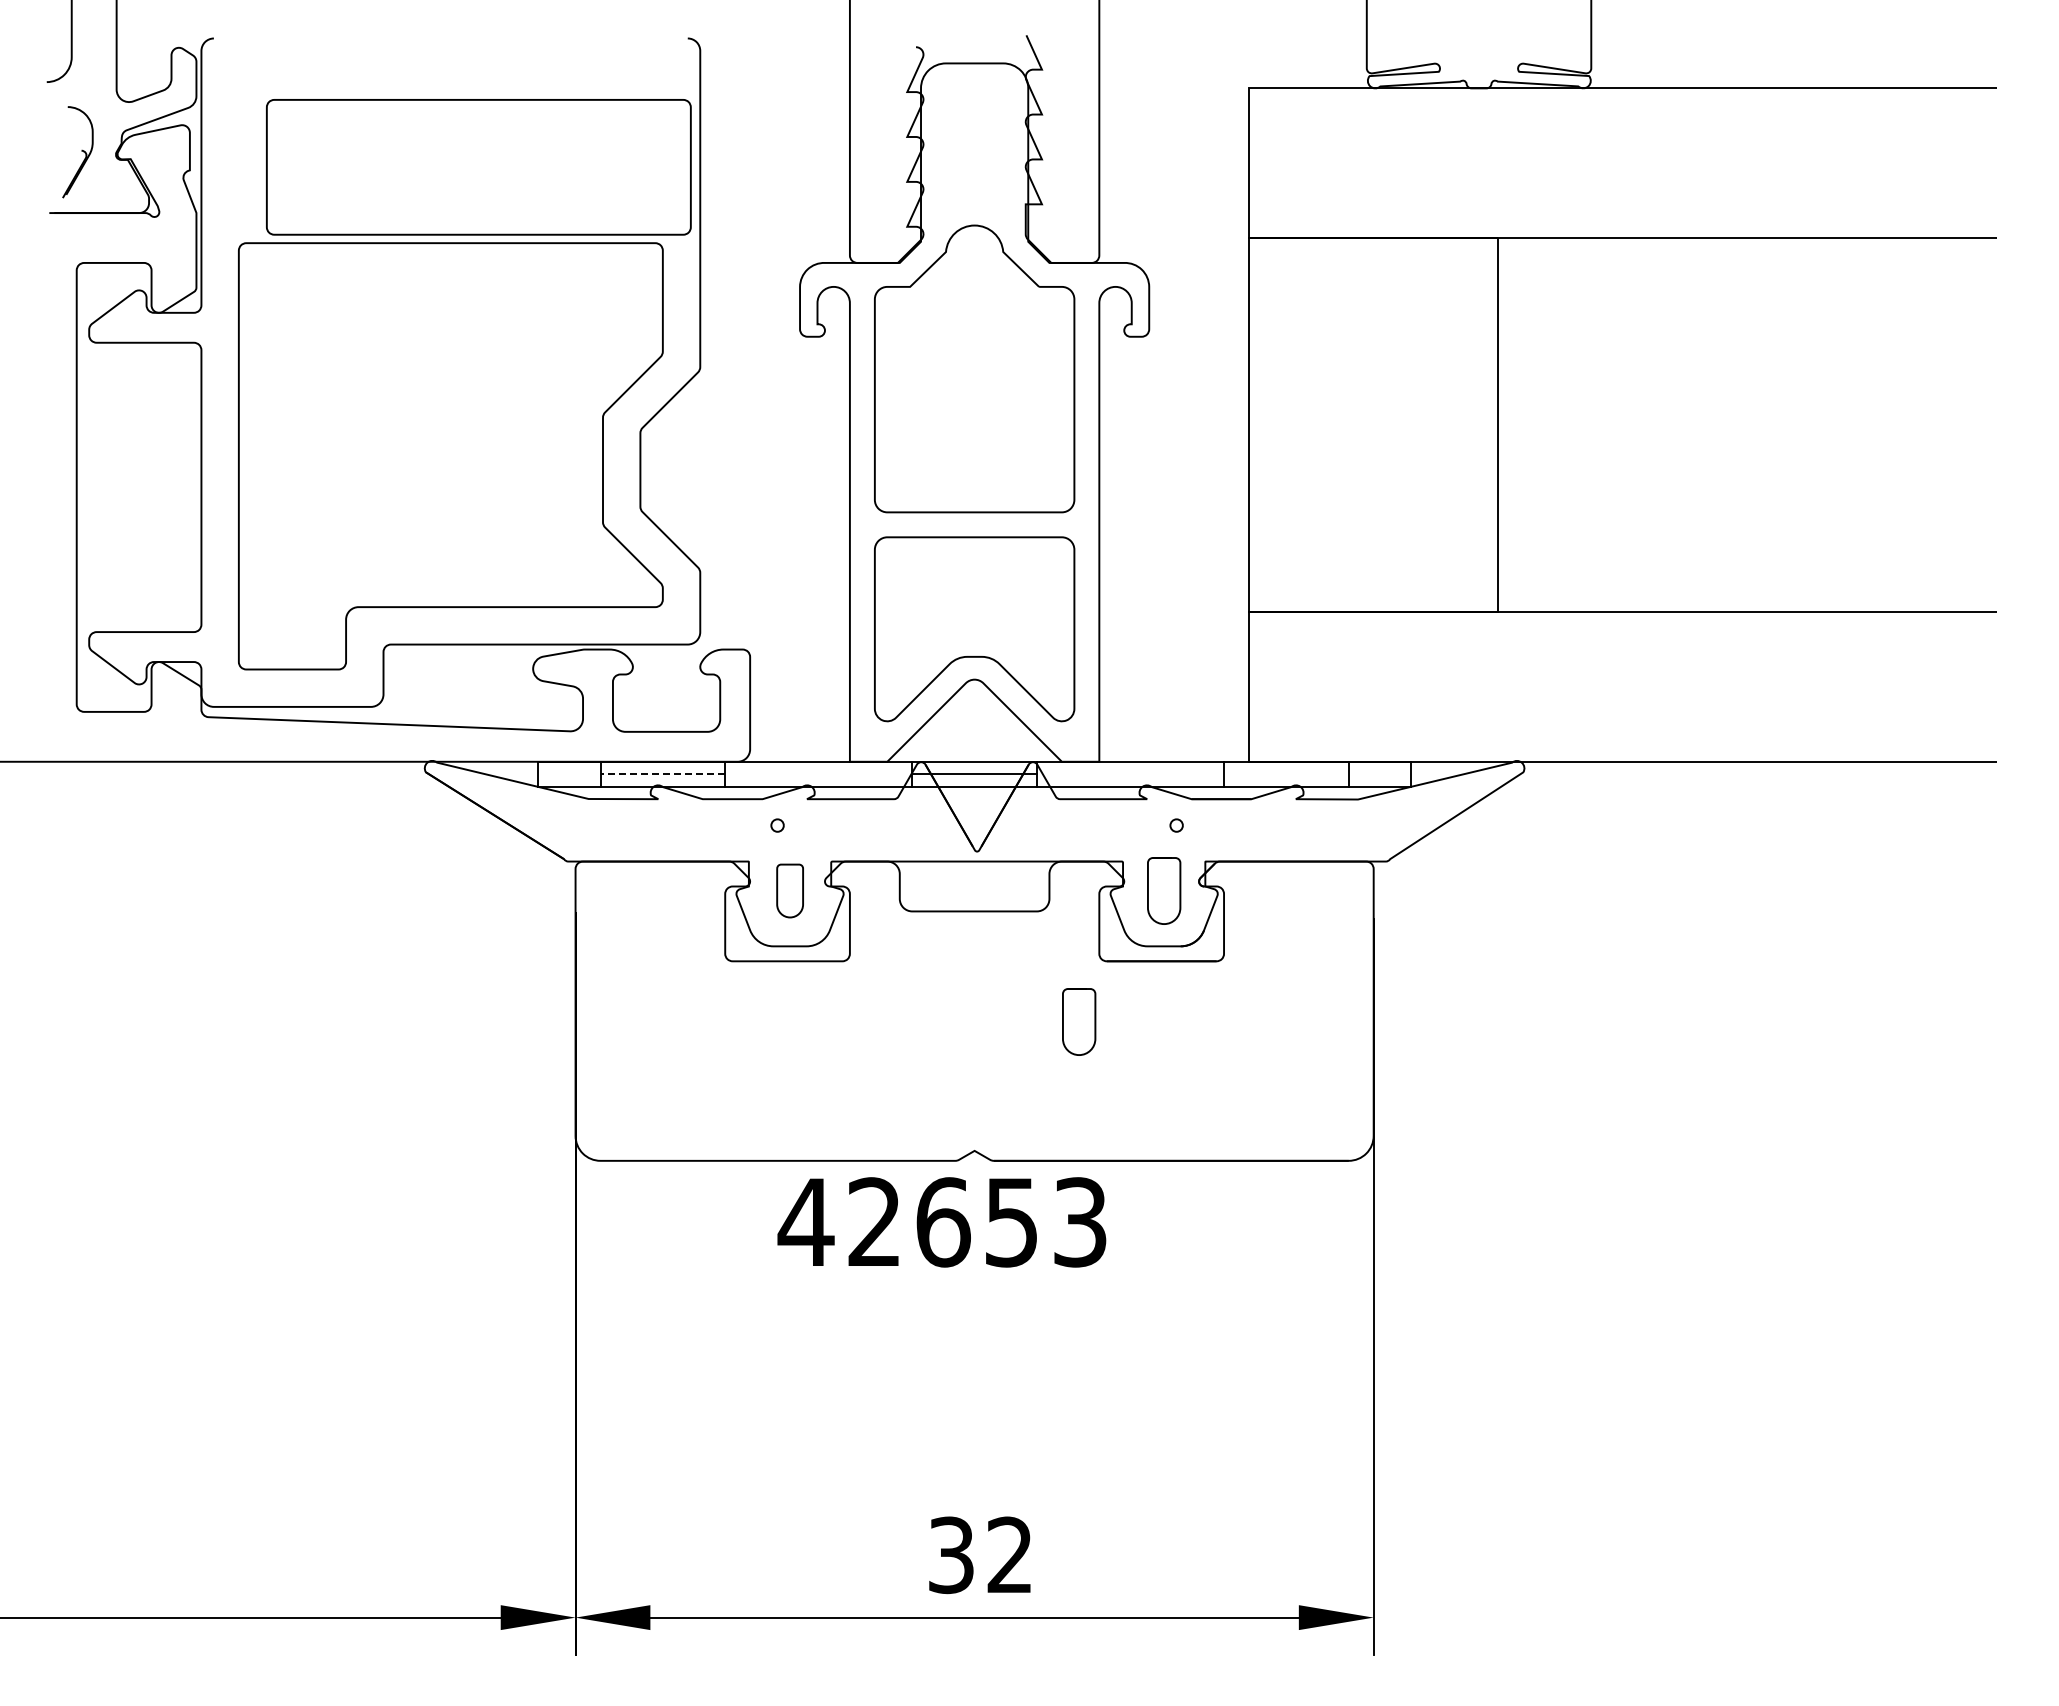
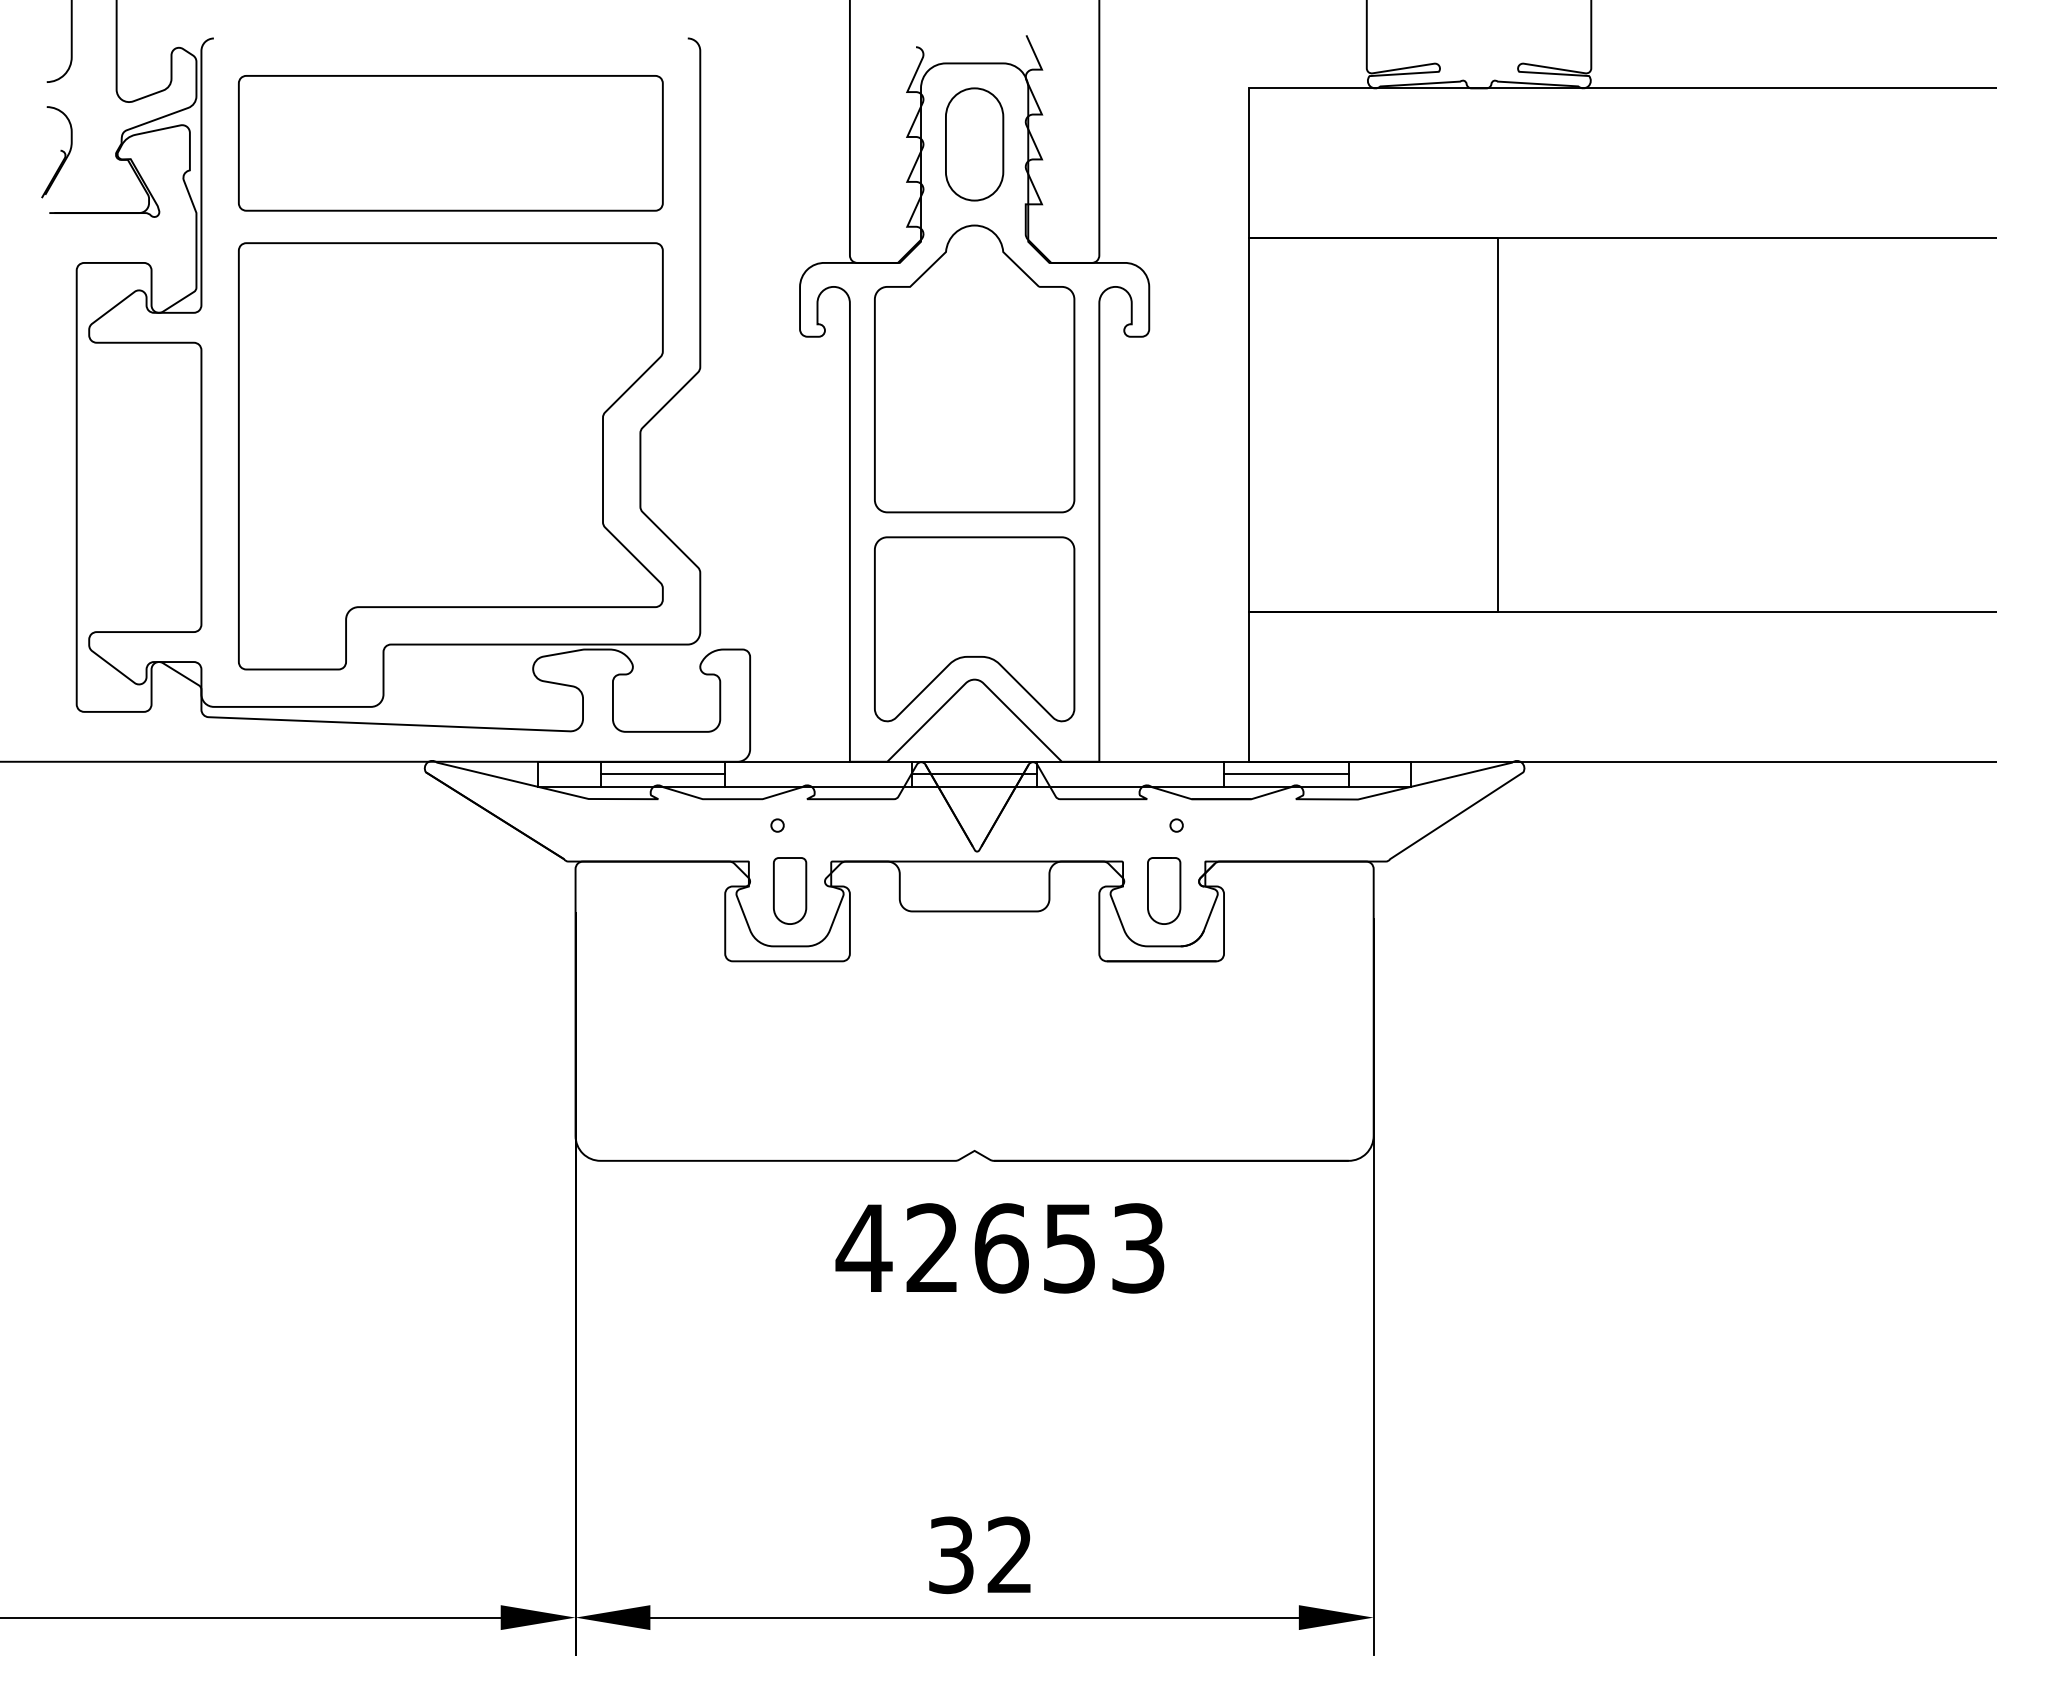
part at (974, 144): none -> present
part at (77, 152) position: (77, 152) -> (56, 152)
part at (478, 167) position: (478, 167) -> (450, 143)
line at (662, 774): dashed -> solid
line at (1286, 774): none -> present
part at (789, 890) size: 28x56 px -> 35x68 px
curve at (1094, 1021): present -> none
text at (941, 1222) position: (941, 1222) -> (999, 1248)
